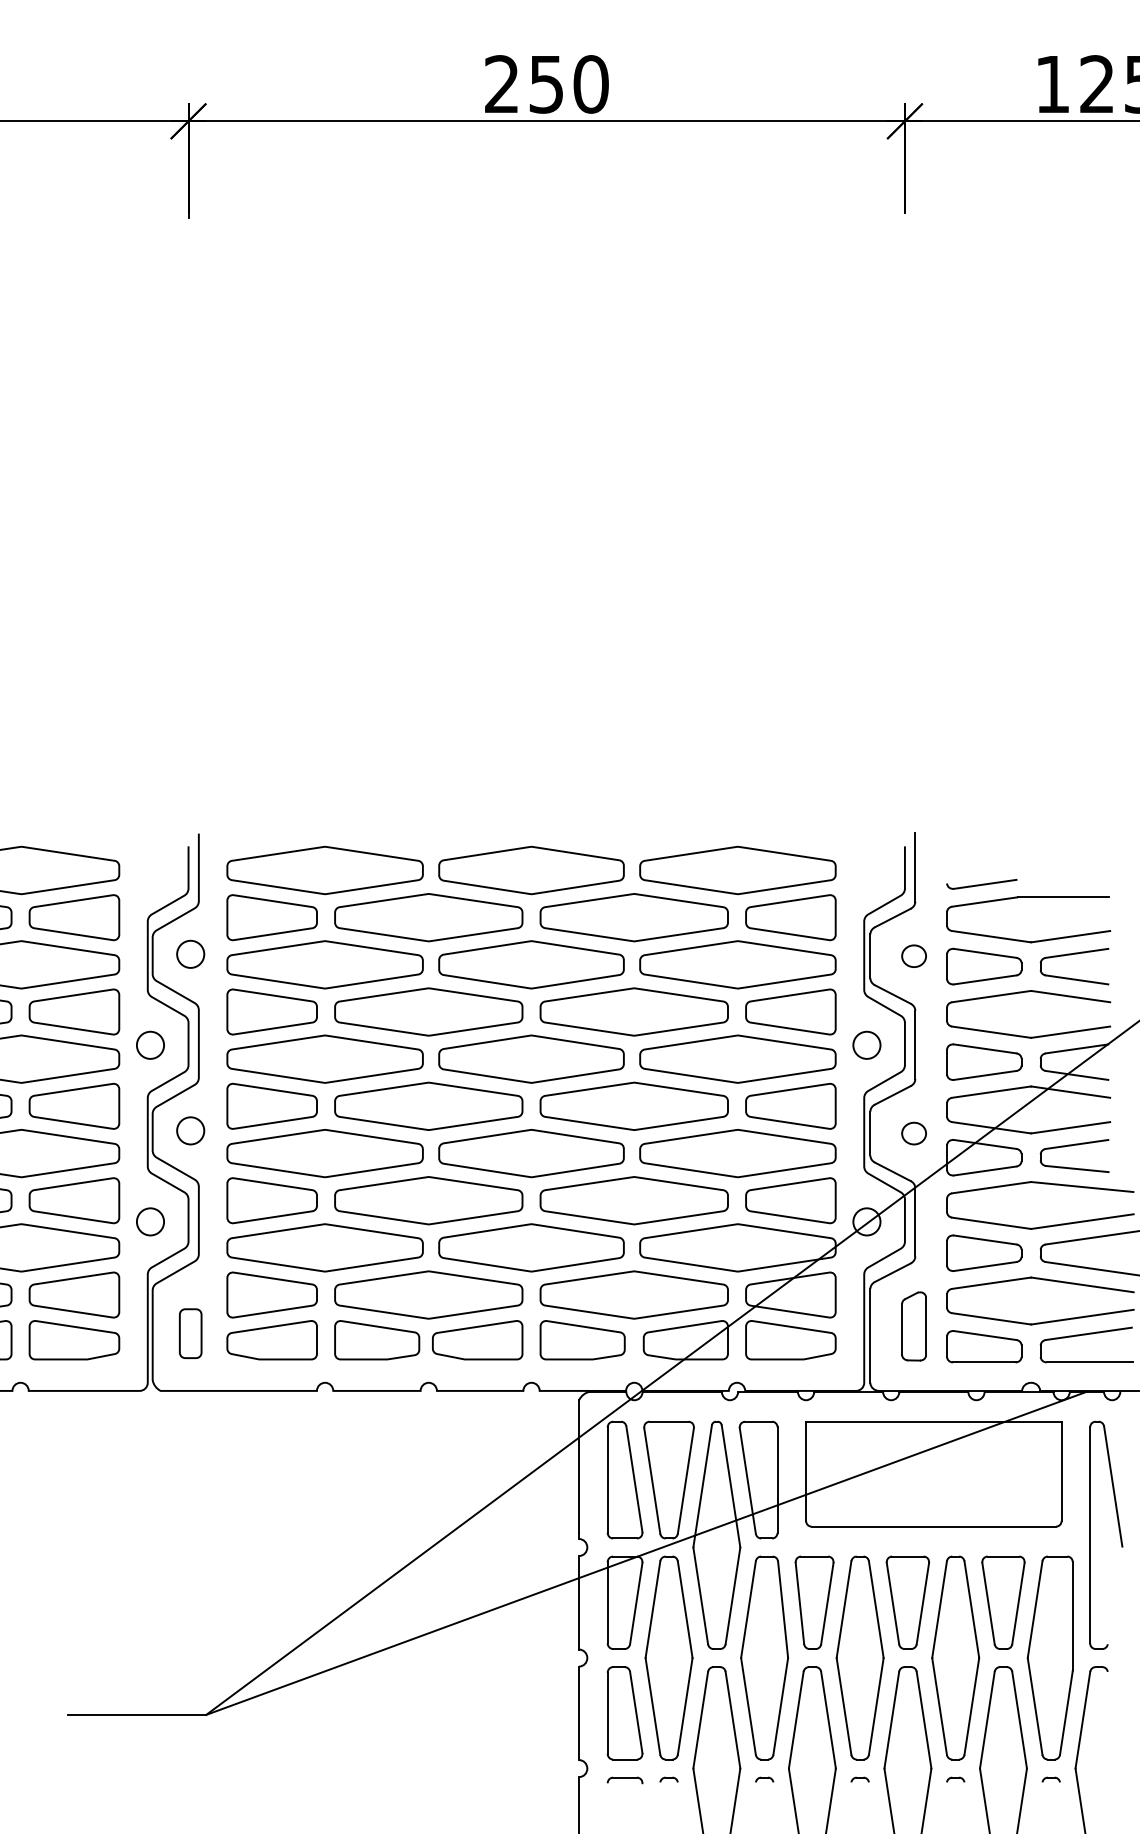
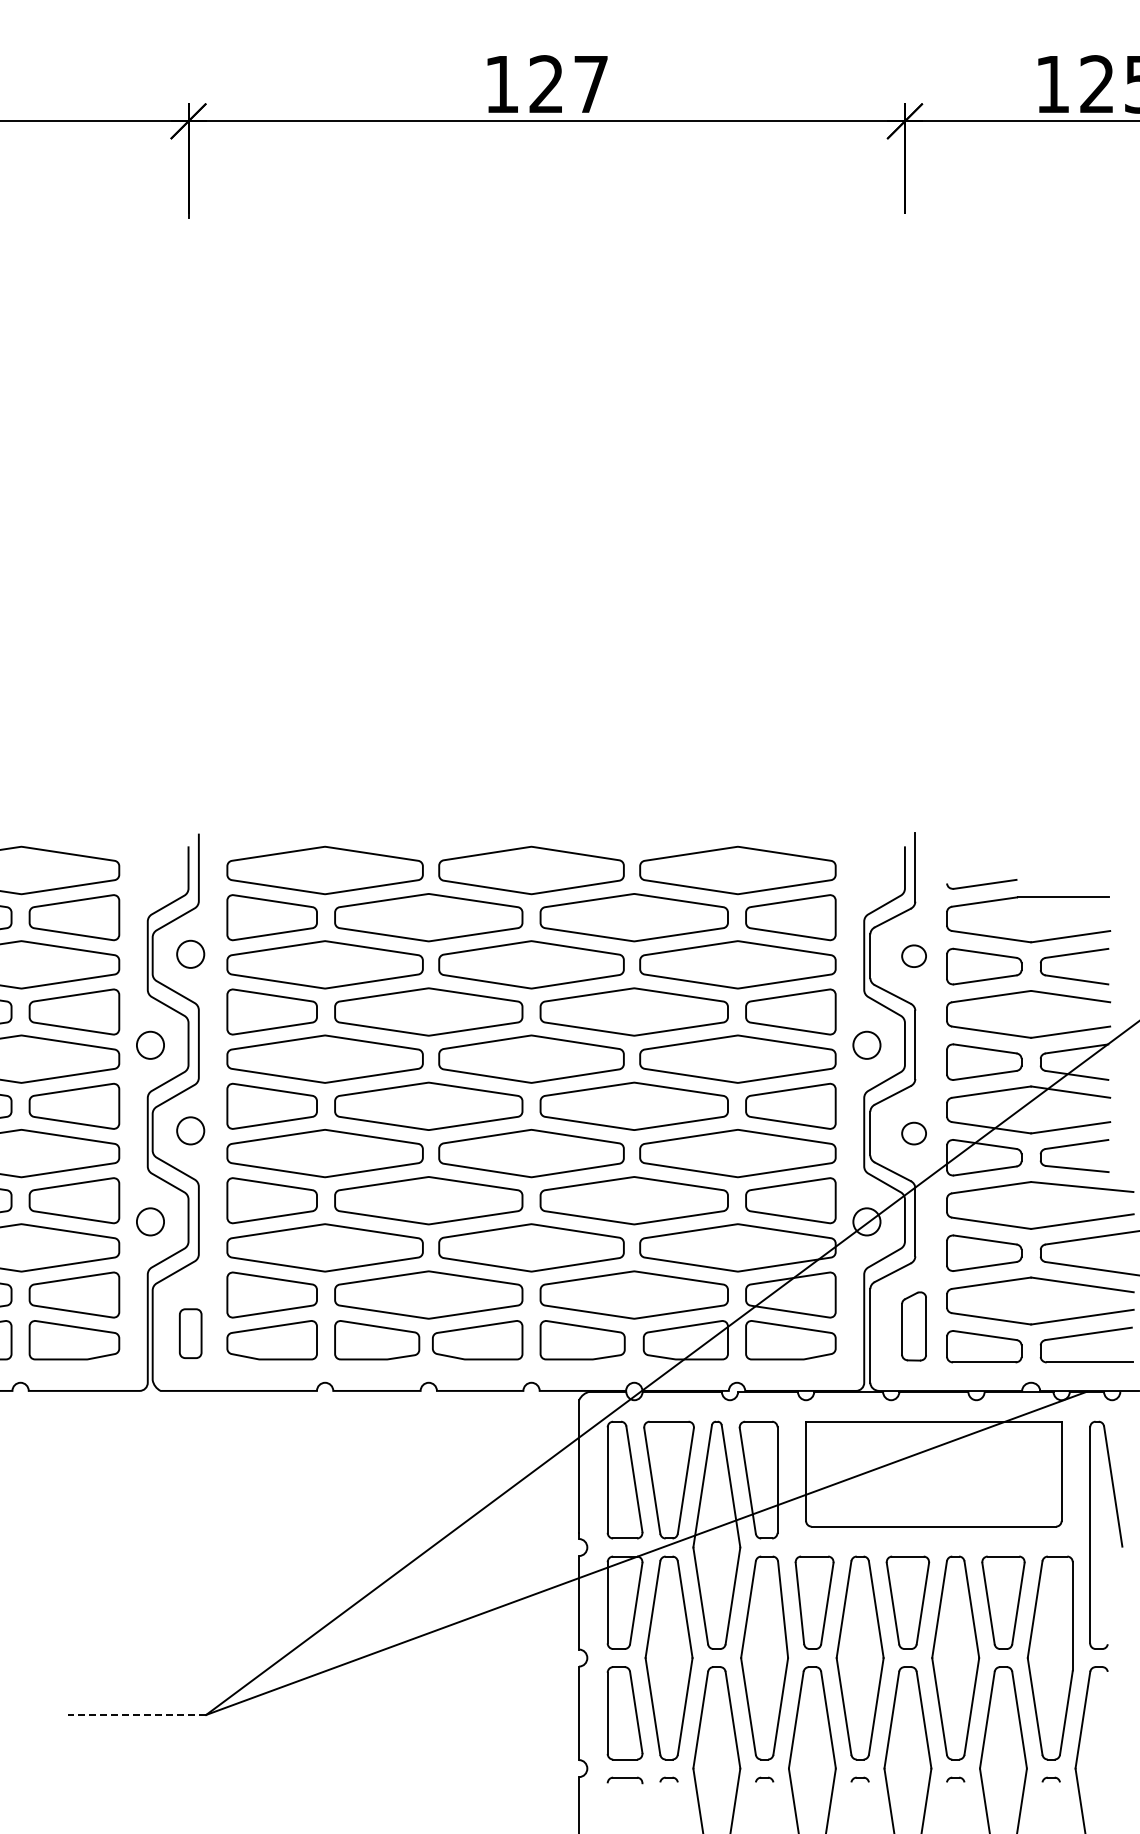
text at (546, 84): 250 -> 127
line at (136, 1714): solid -> dashed
